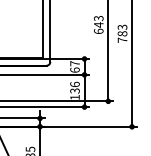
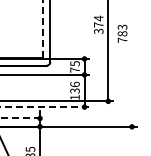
text at (98, 24): 643 -> 374
line at (42, 29): solid -> dashed
line at (132, 64): present -> none
text at (74, 66): 67 -> 75
line at (45, 107): solid -> dashed
line at (22, 118): solid -> dashed
